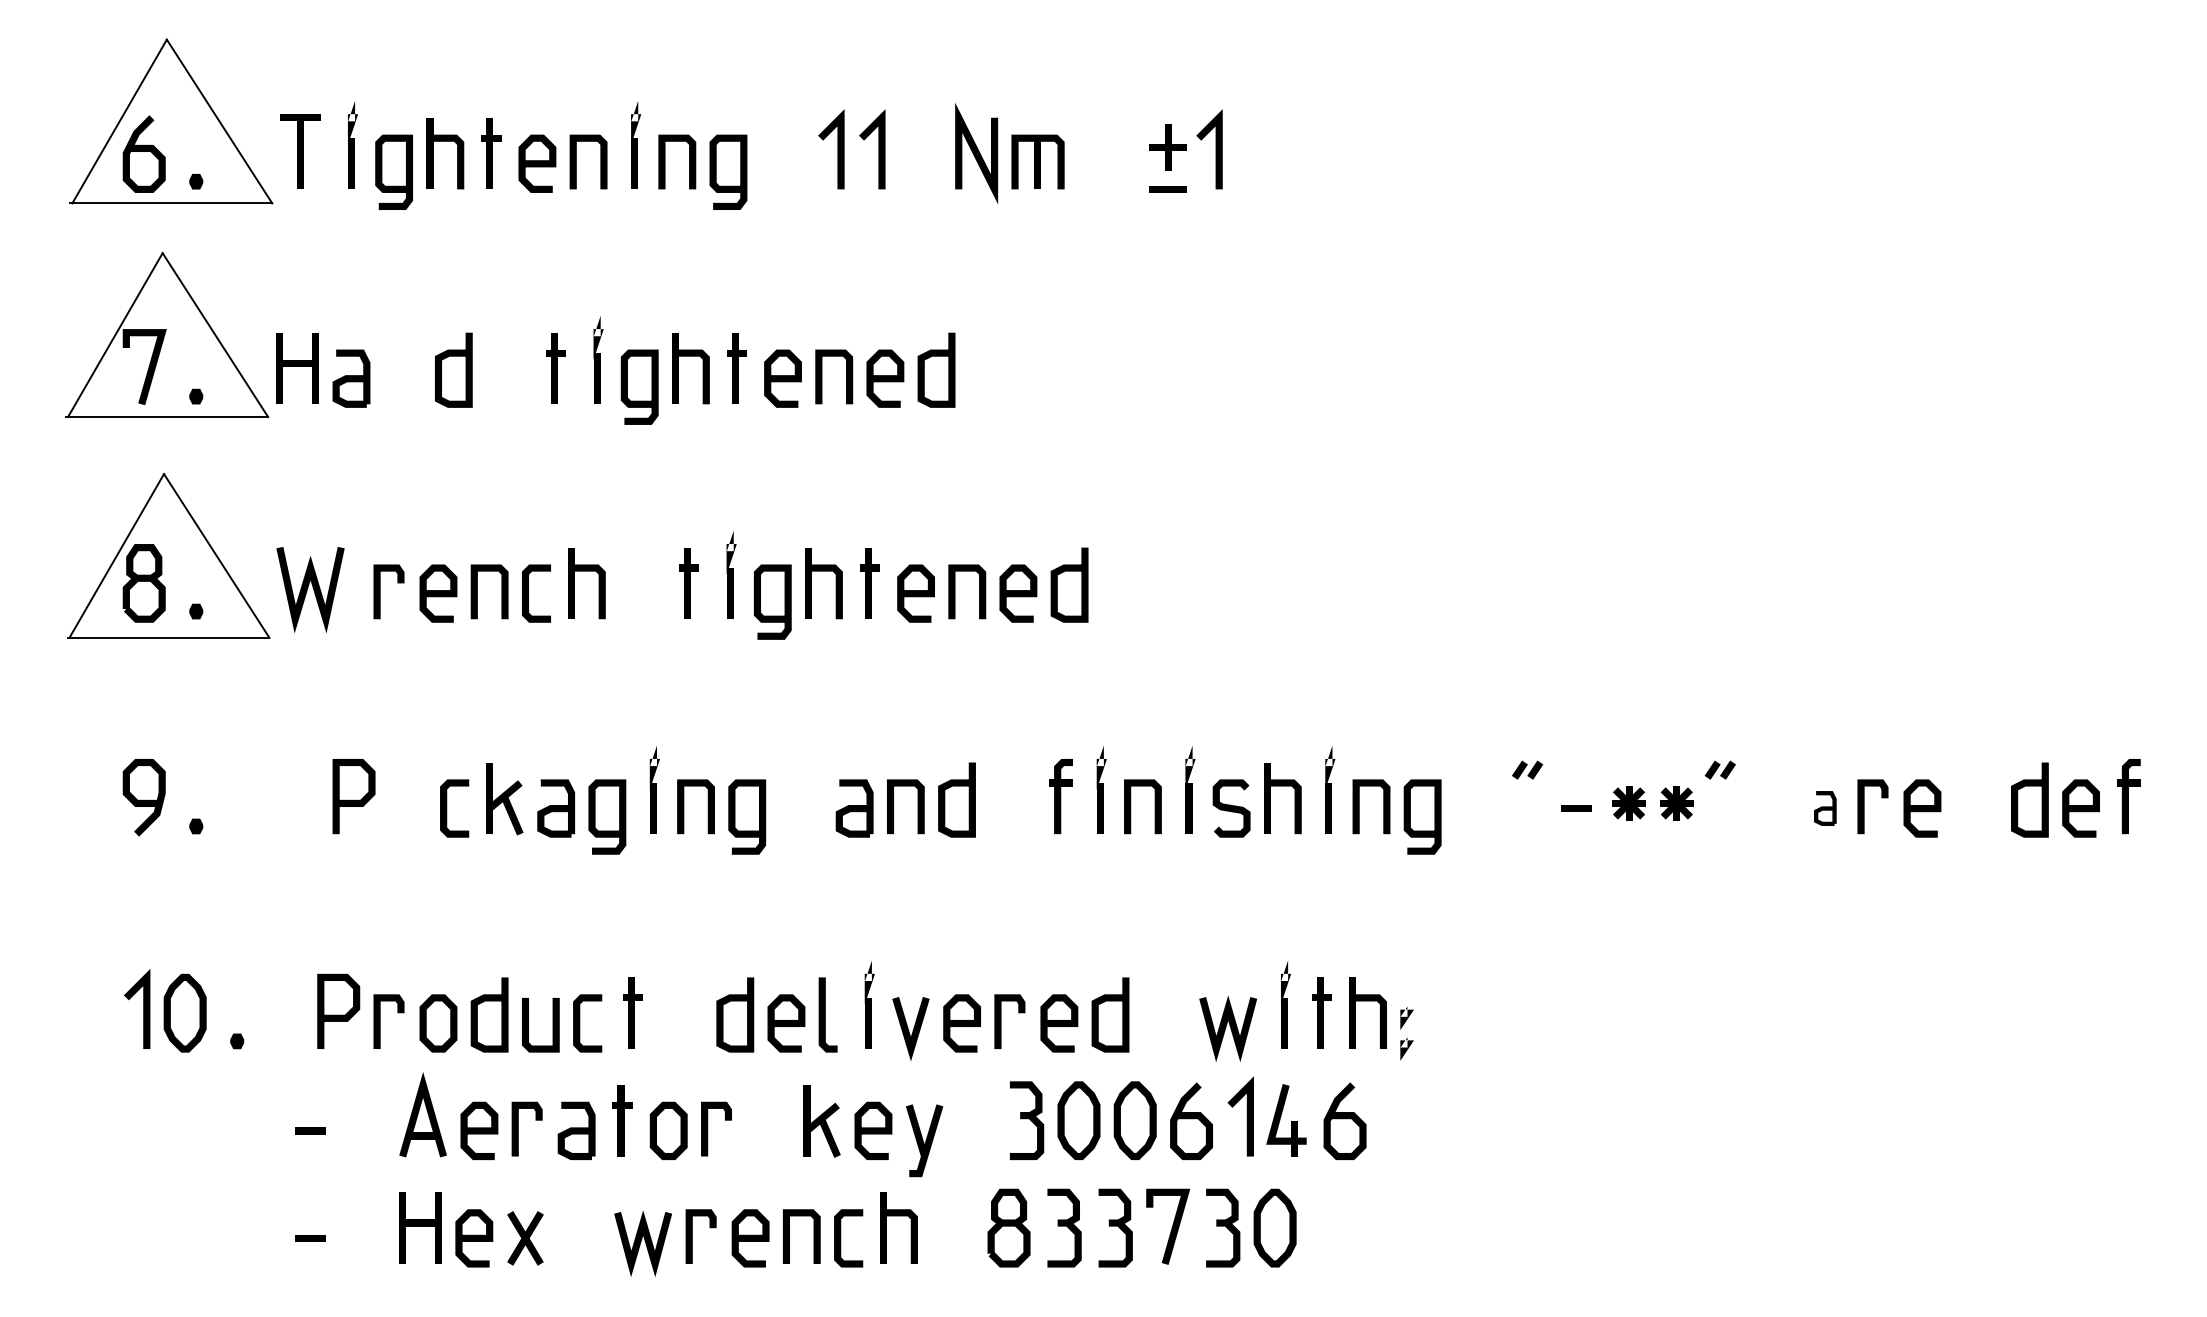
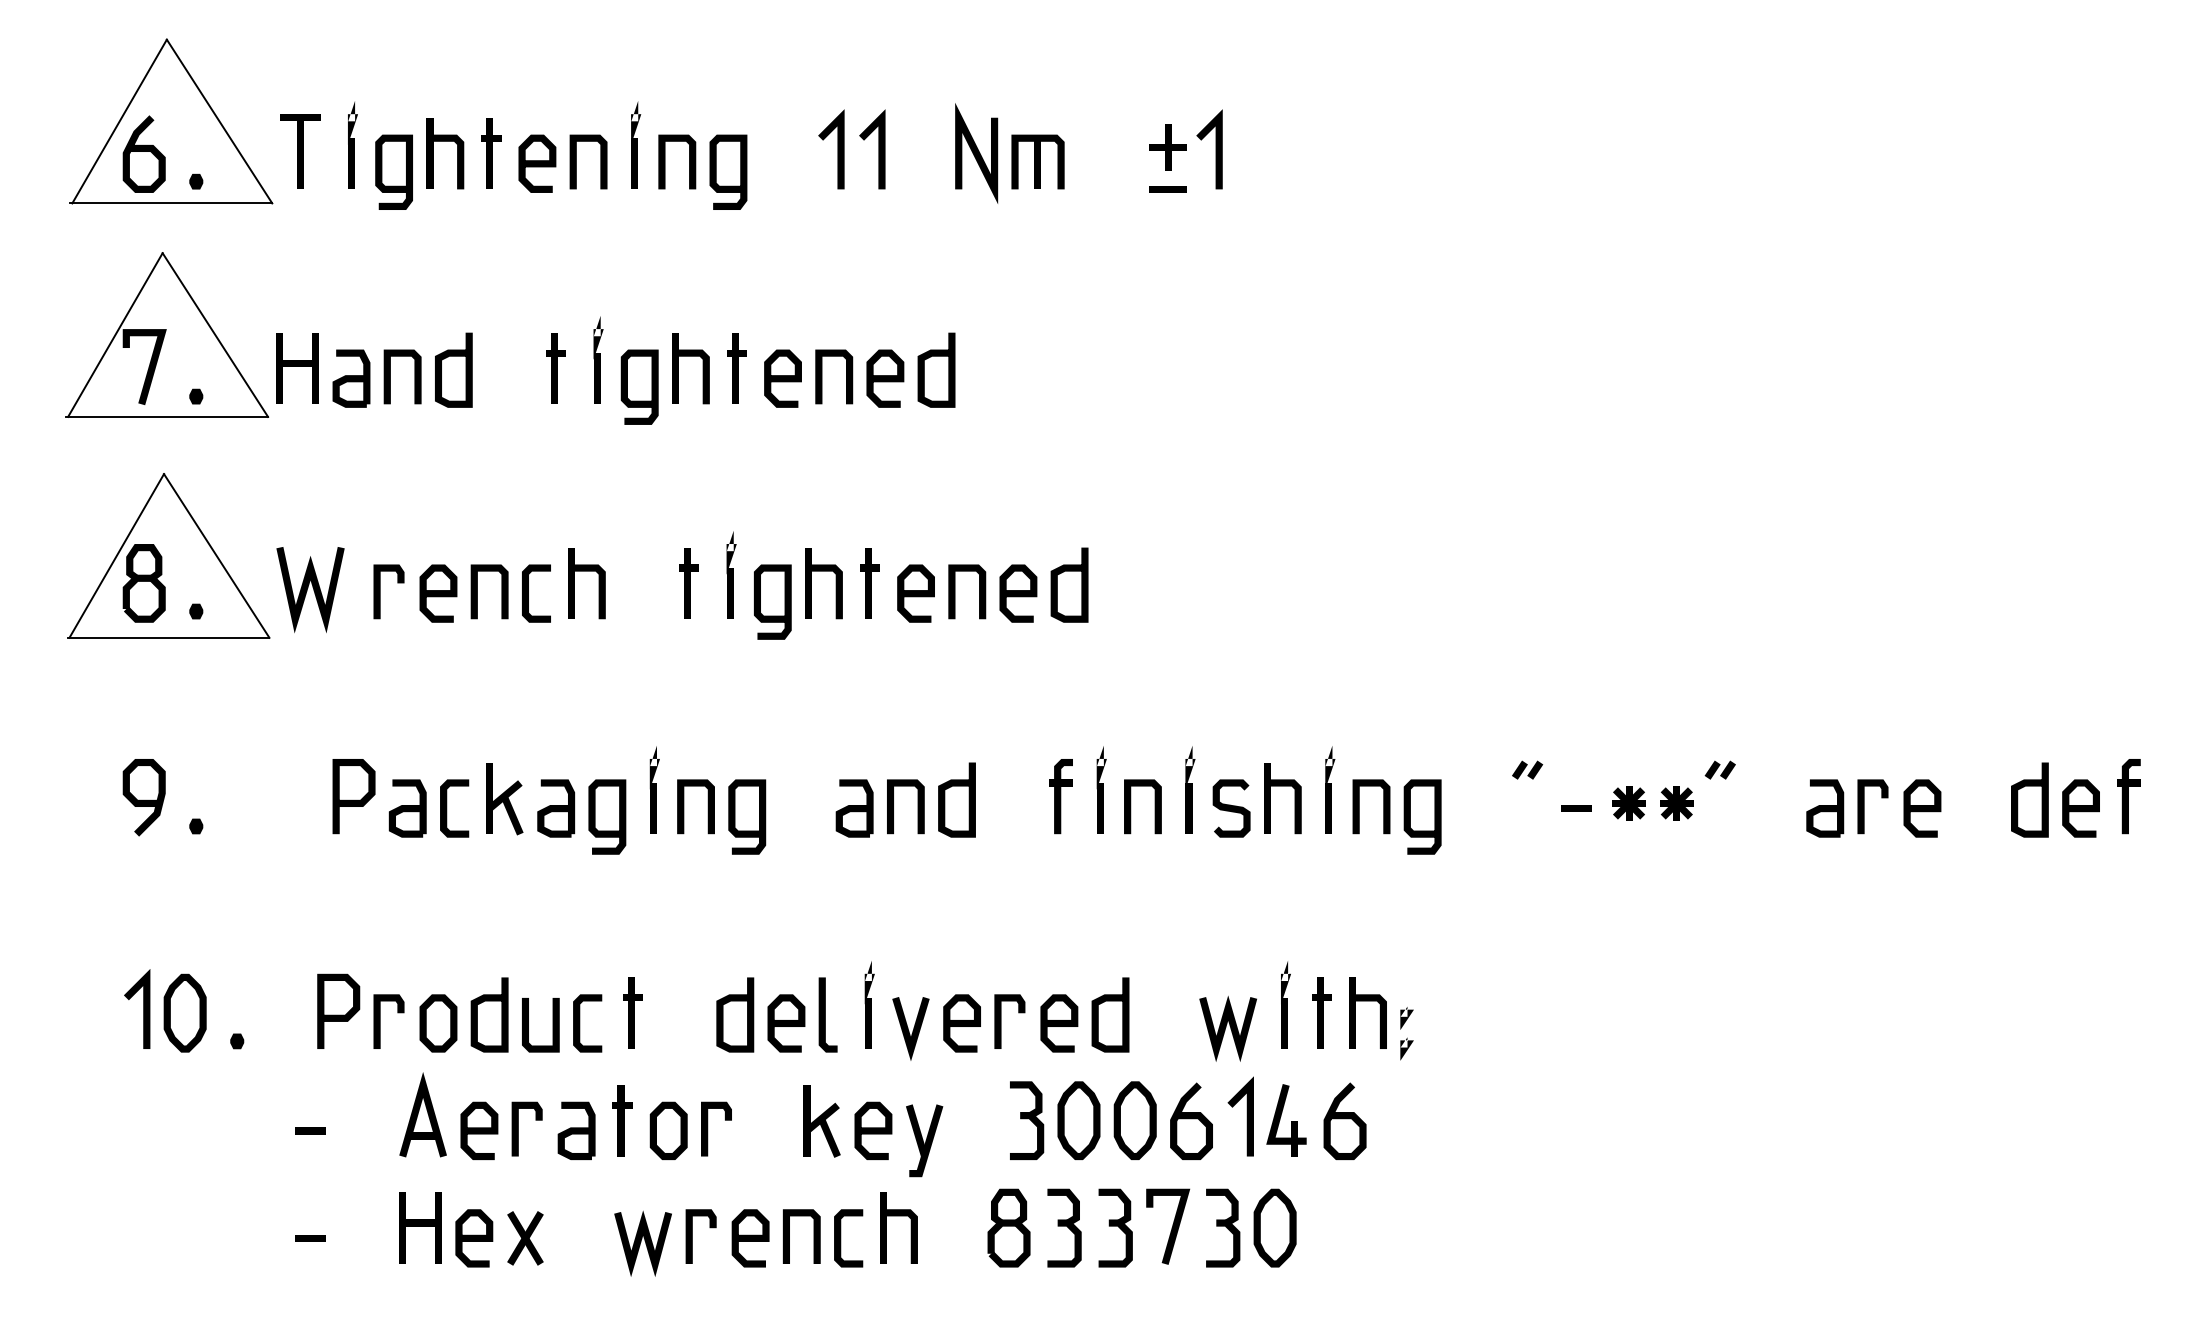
line at (390, 376): none -> present
part at (407, 808): none -> present
part at (1825, 808) size: 23x35 px -> 39x59 px
